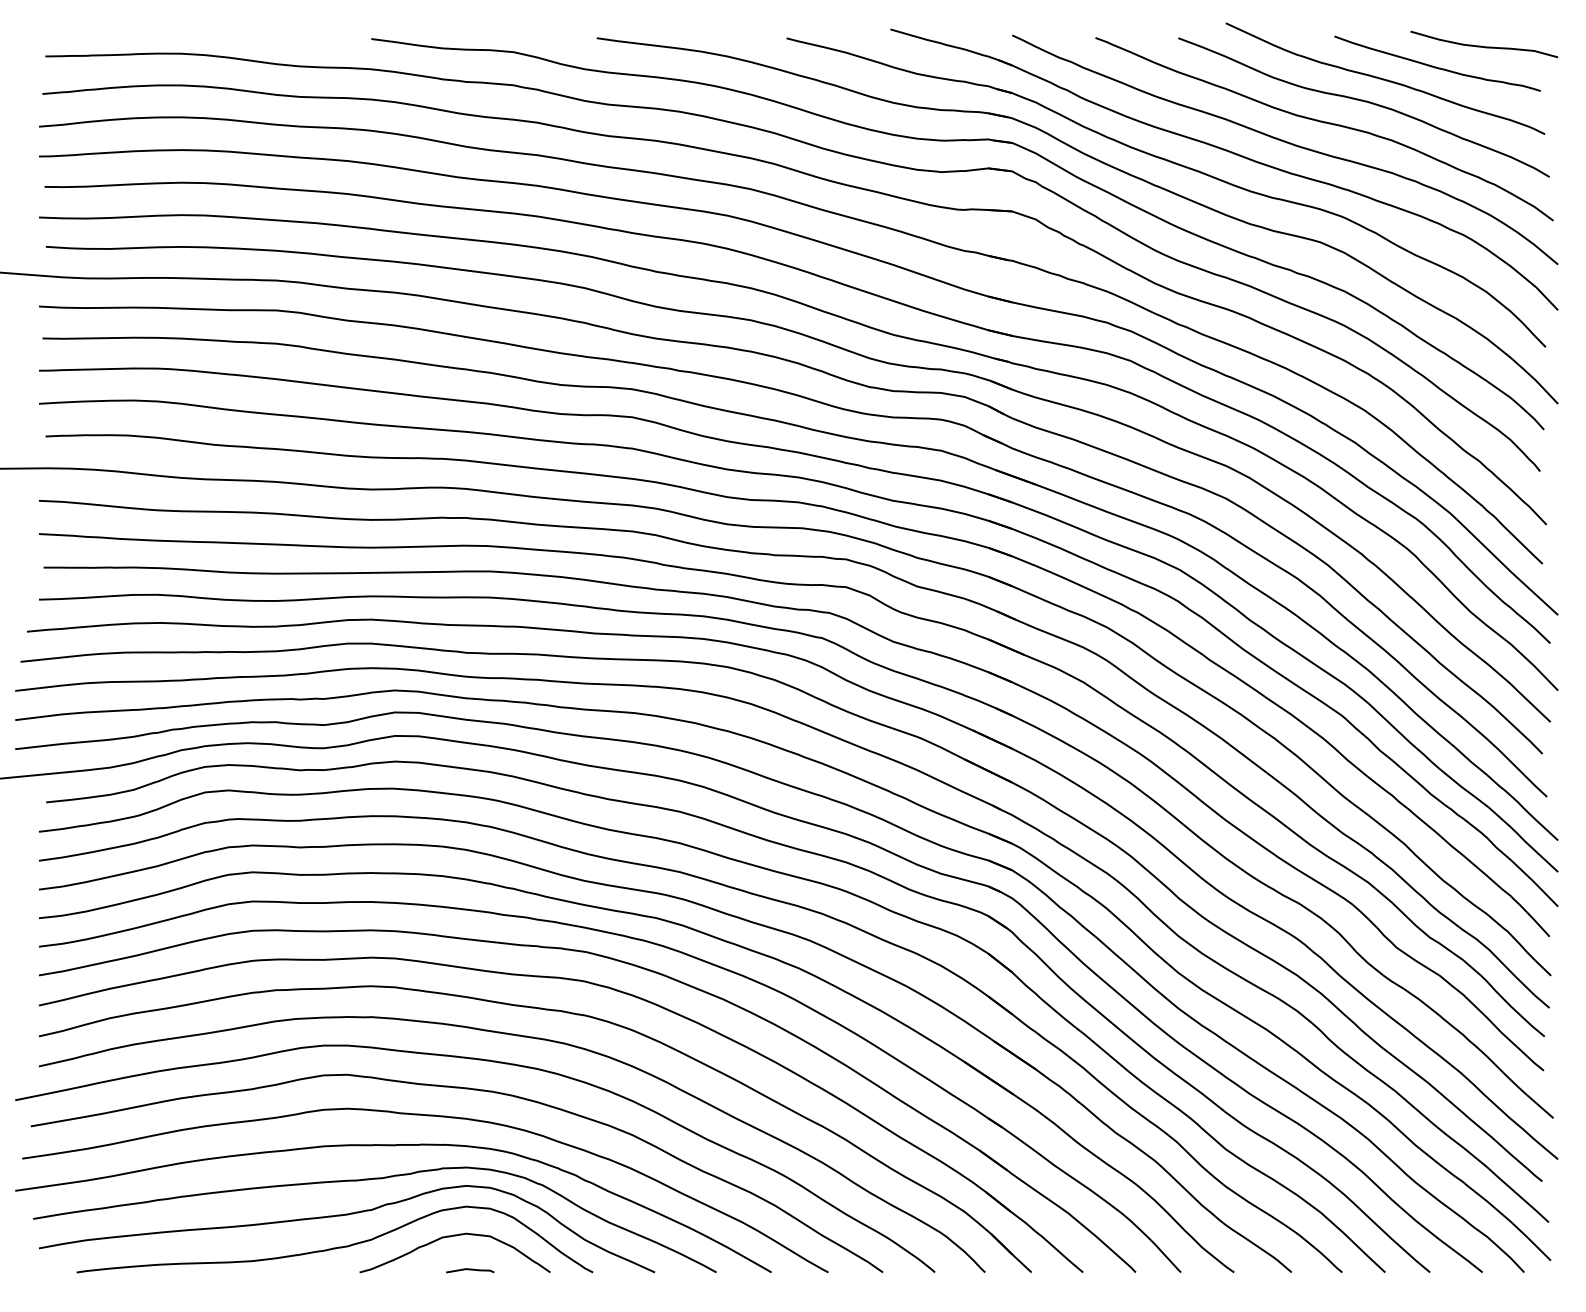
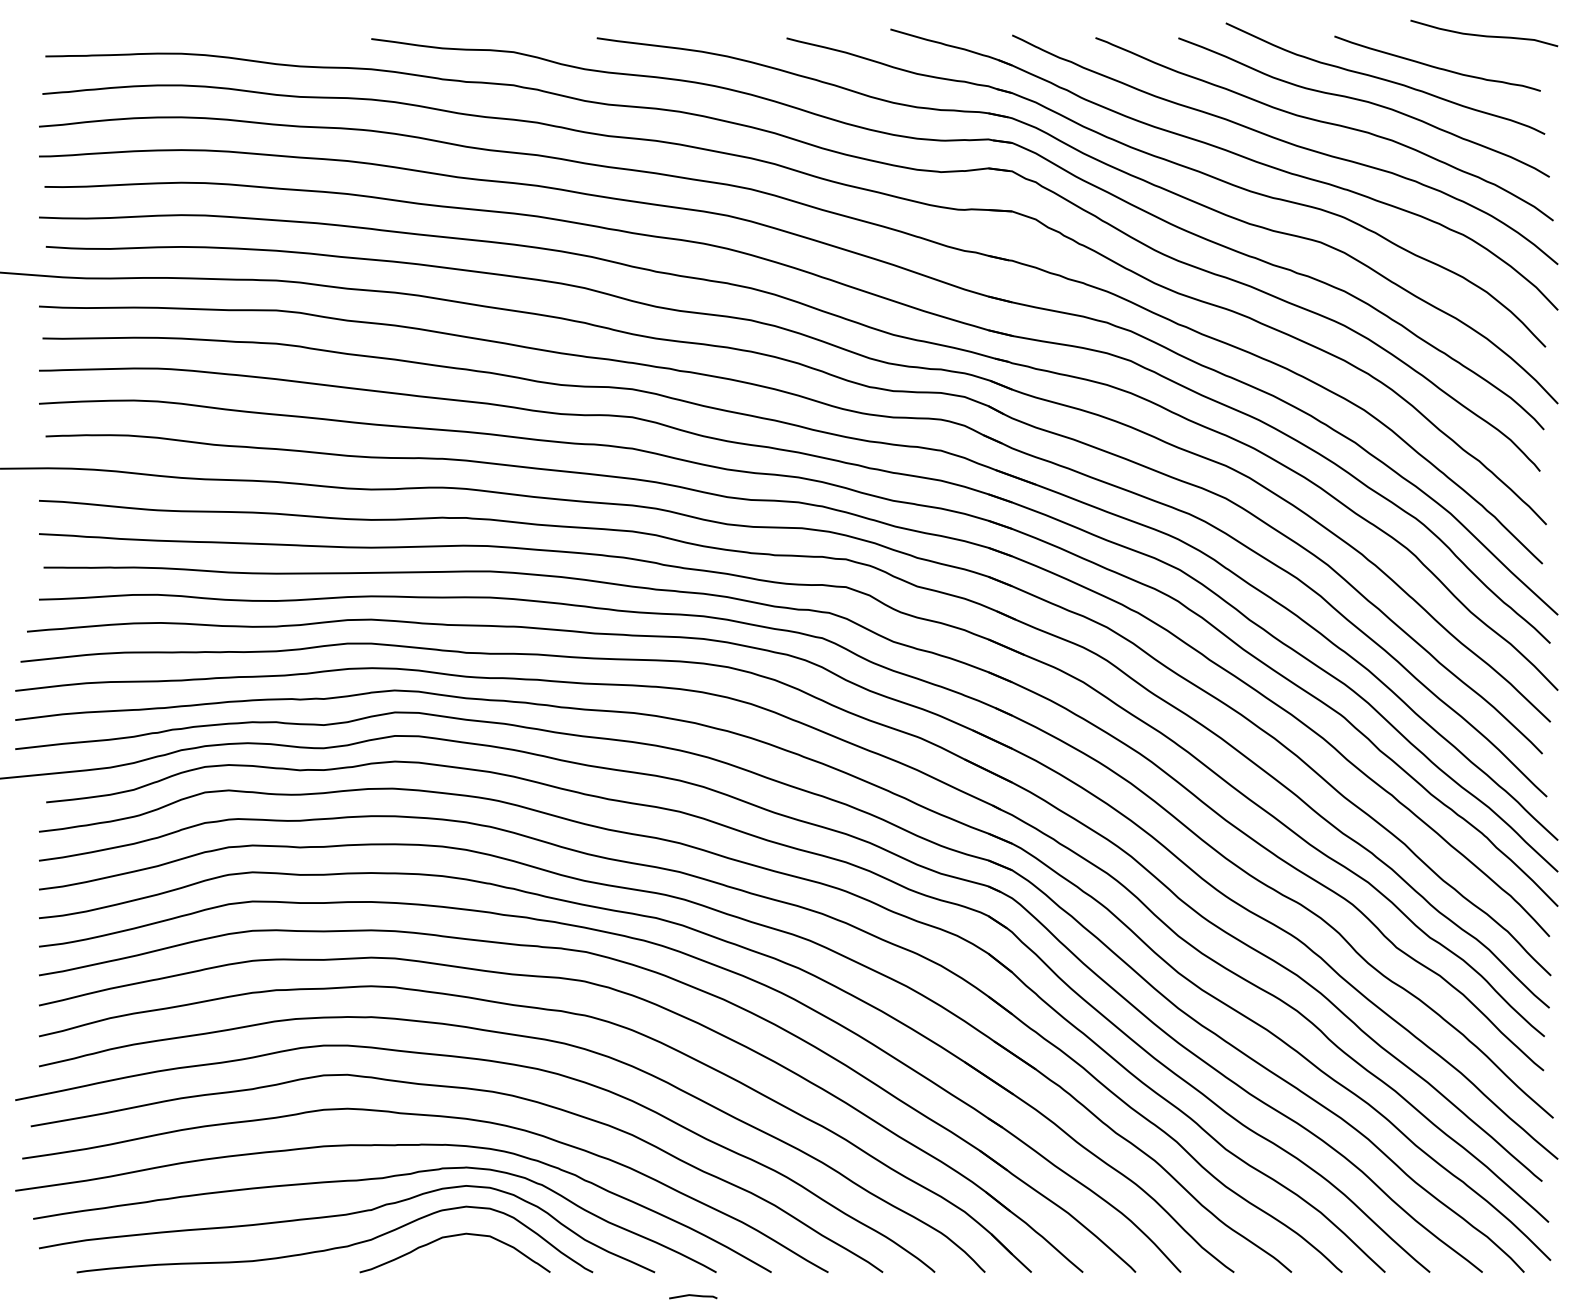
curve at (1484, 46) position: (1484, 46) -> (1484, 35)
line at (470, 1270) position: (470, 1270) -> (693, 1296)
